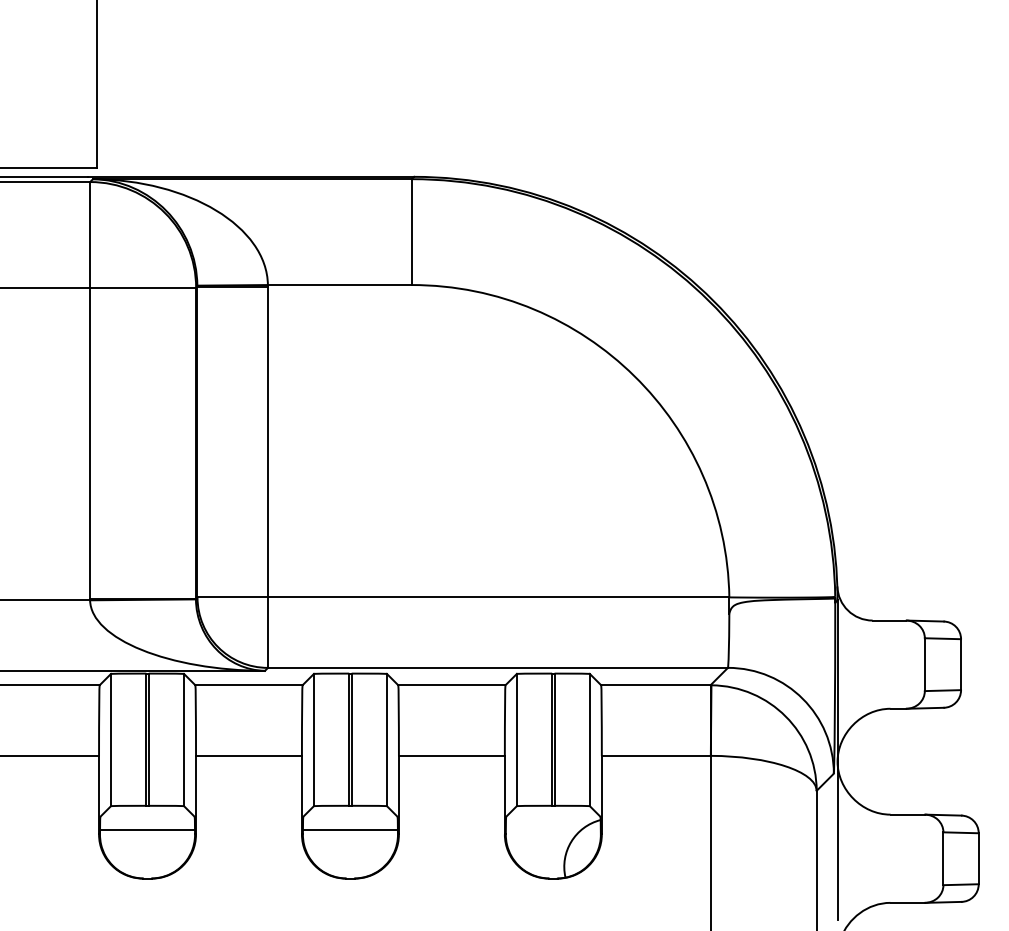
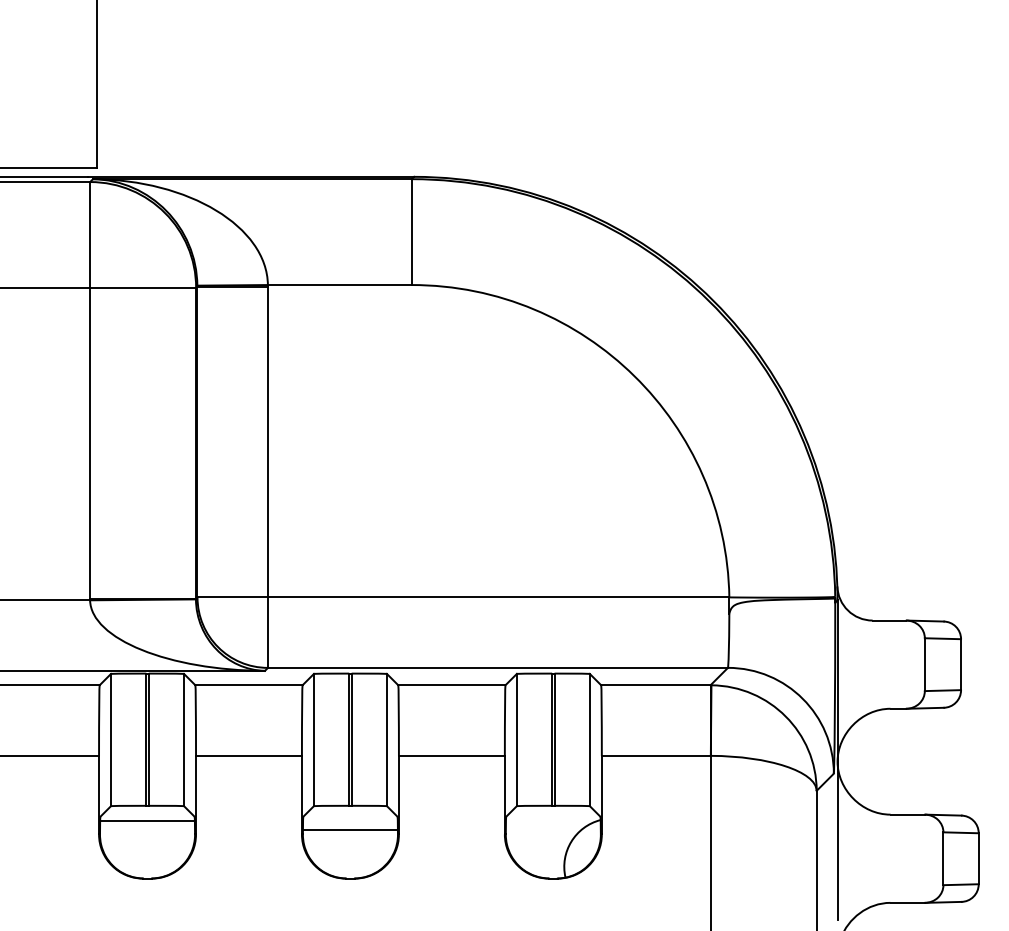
line at (147, 829) position: (147, 829) -> (147, 820)
